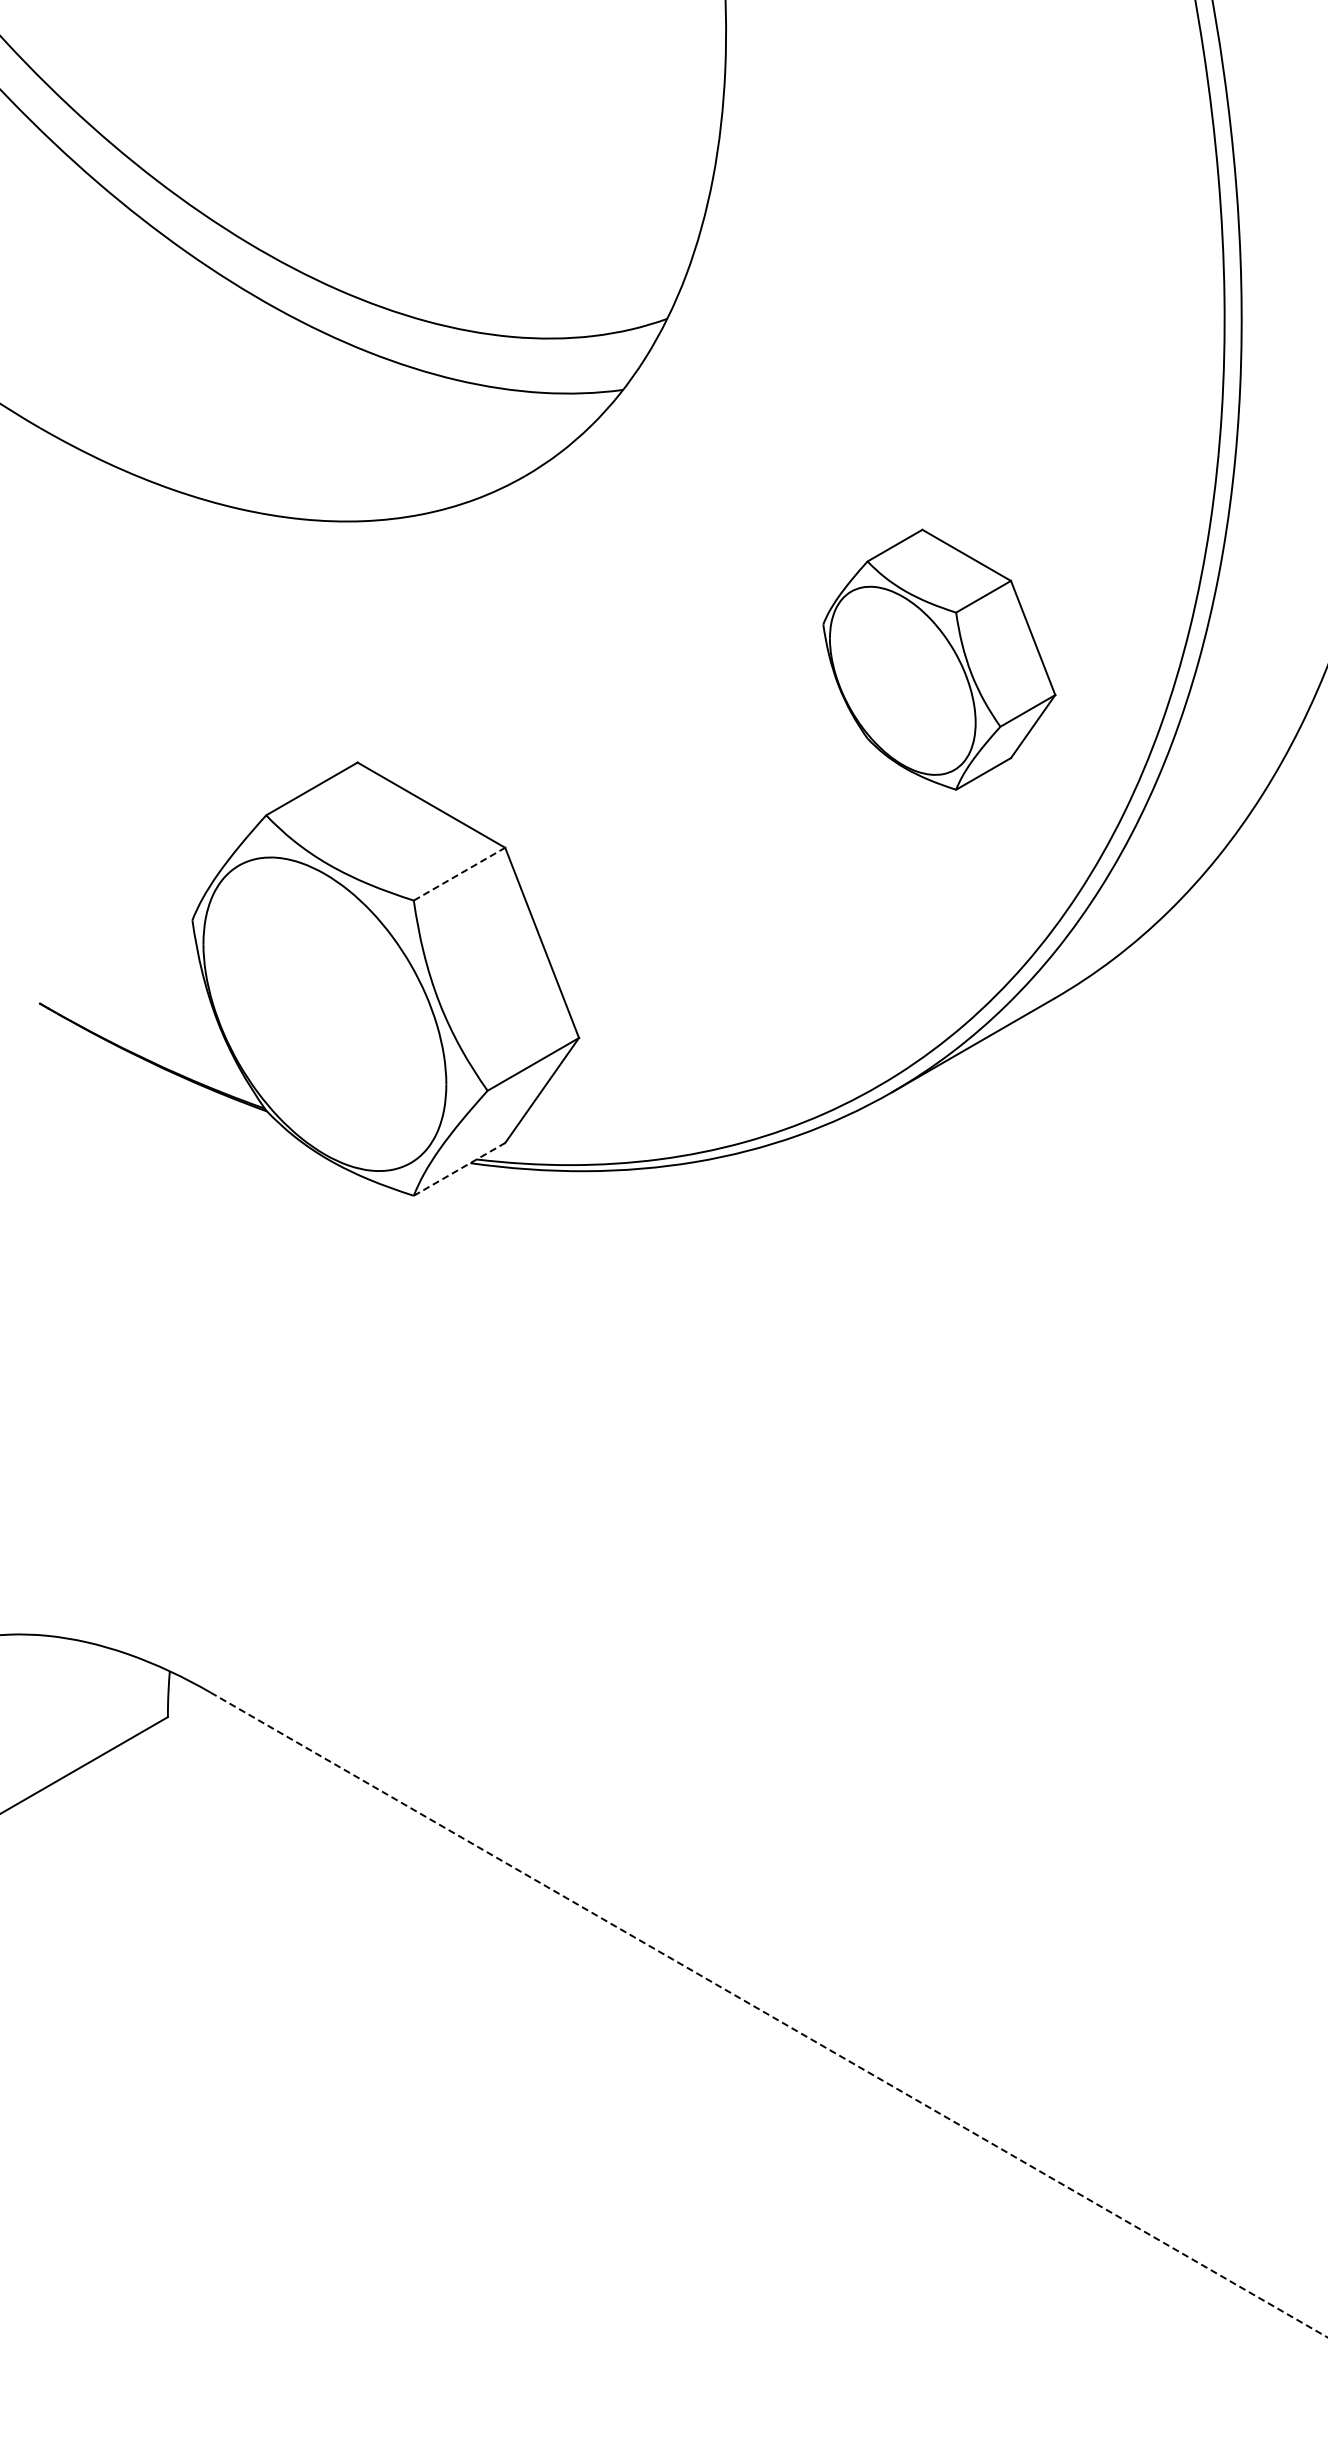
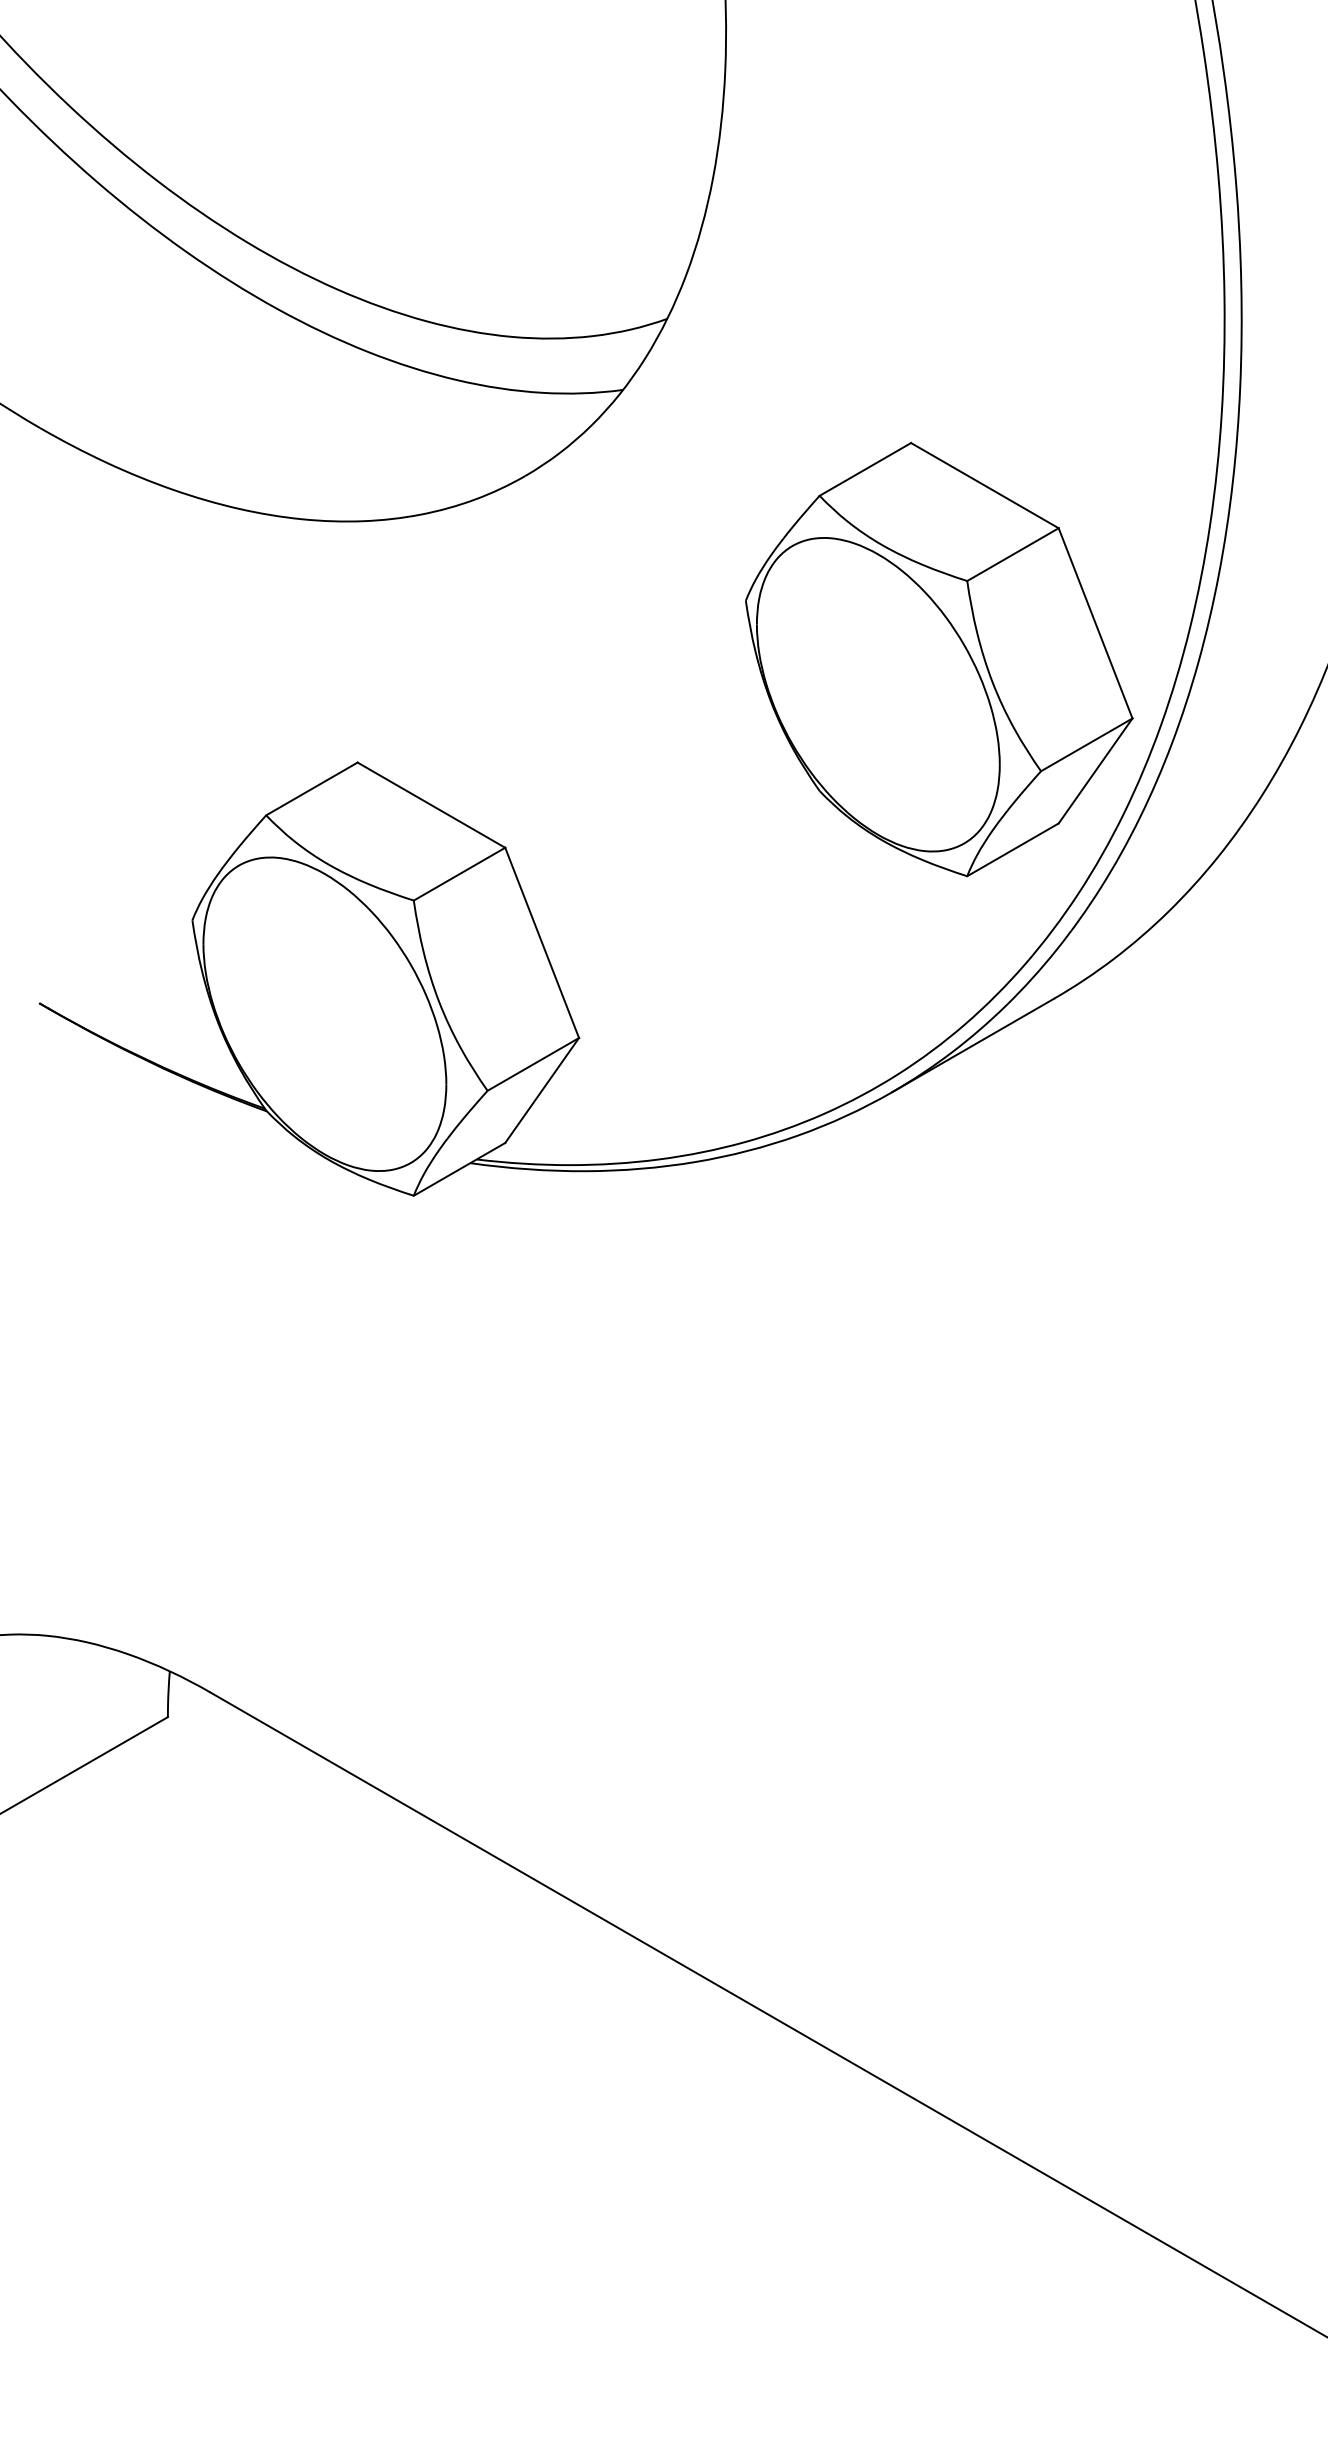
part at (939, 659) size: 235x263 px -> 389x436 px
line at (459, 874): dashed -> solid
line at (459, 1169): dashed -> solid
line at (769, 2015): dashed -> solid
